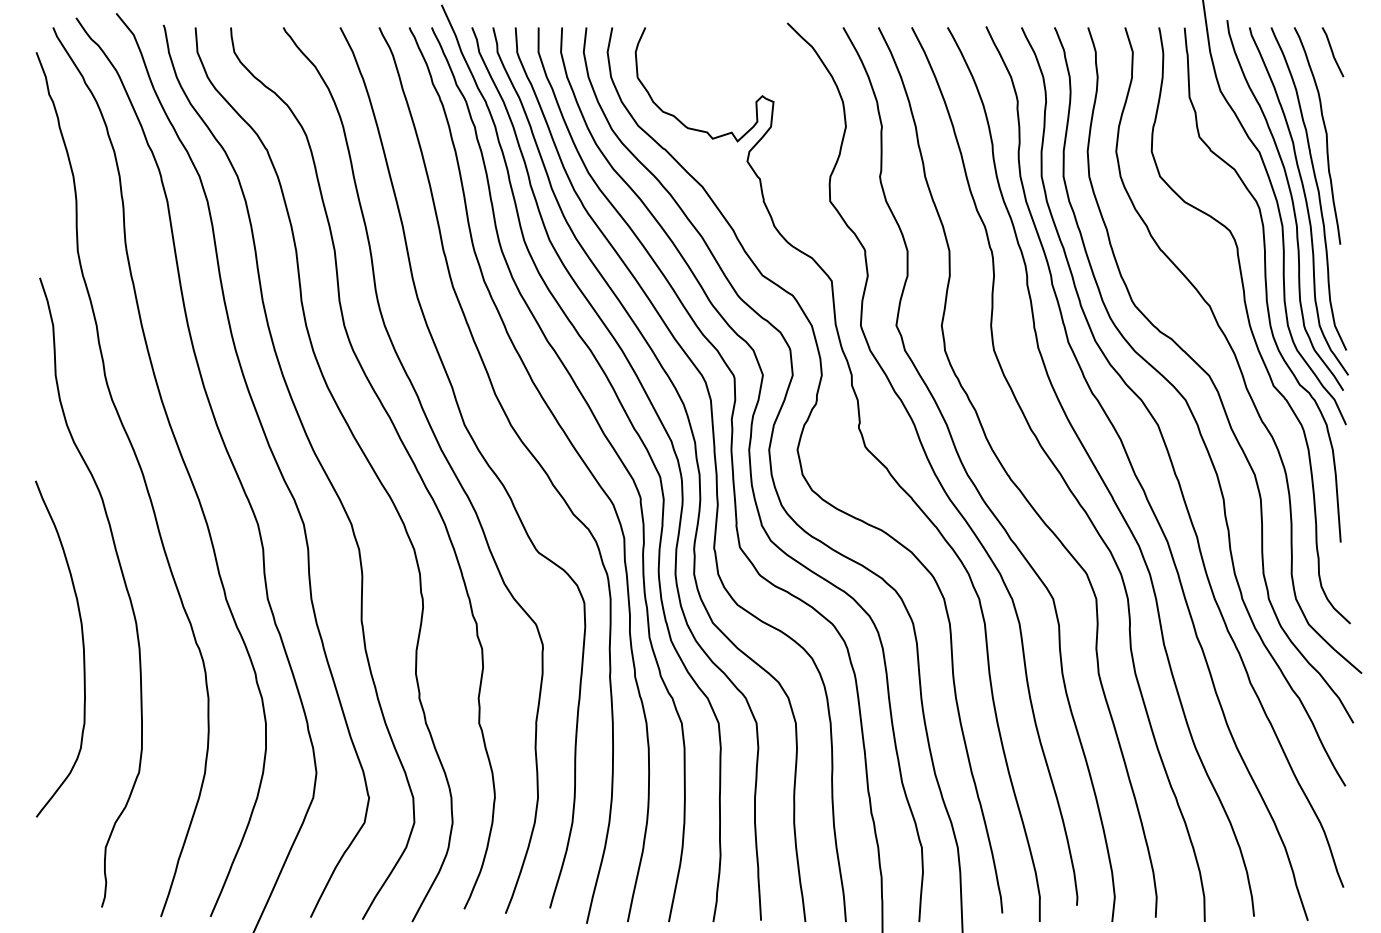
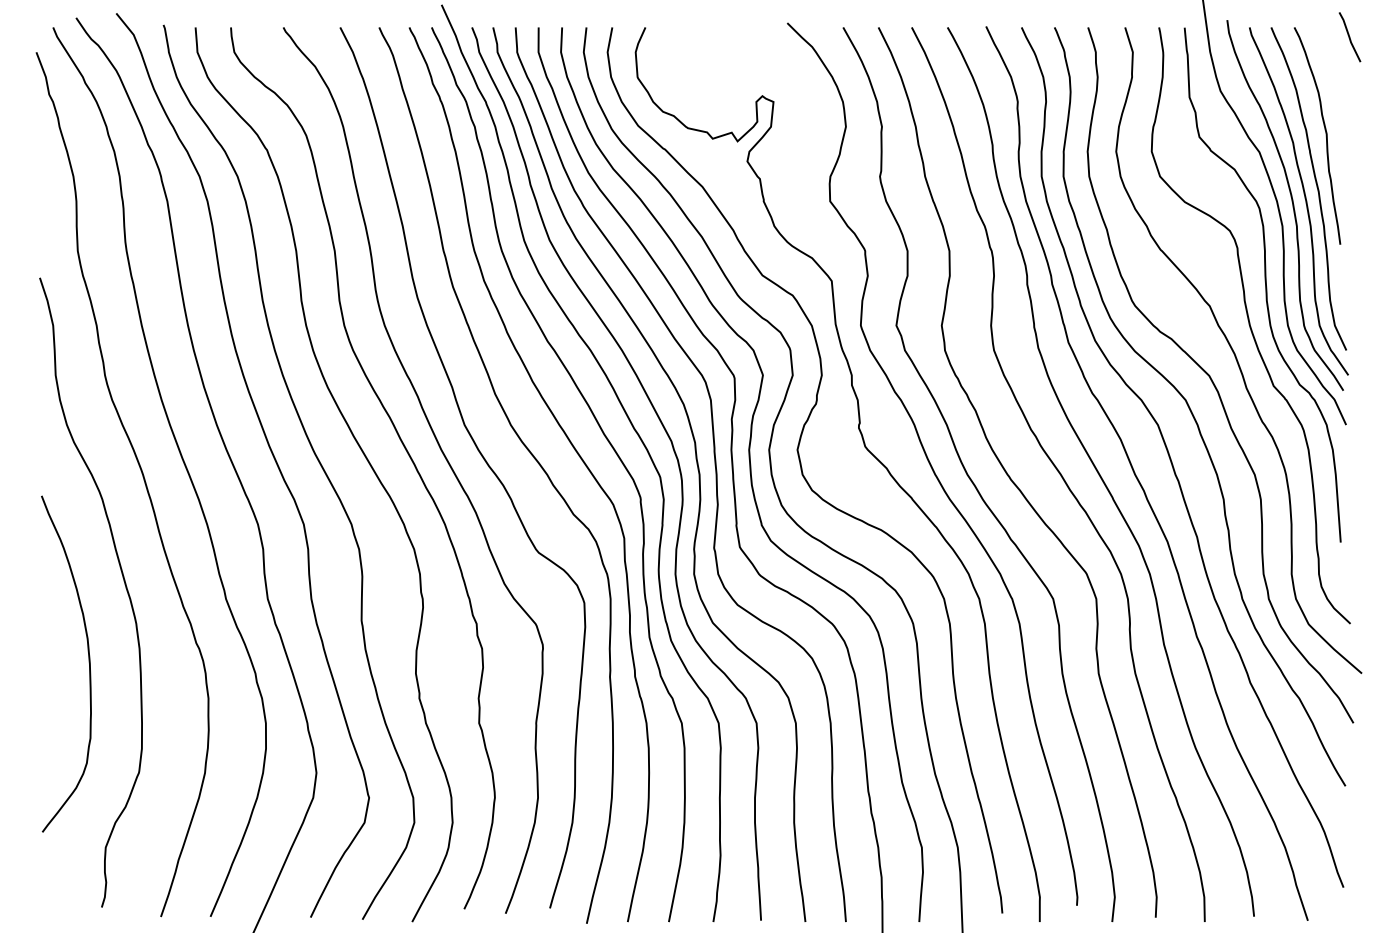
line at (1332, 52) position: (1332, 52) -> (1349, 37)
curve at (82, 647) position: (82, 647) -> (88, 662)
